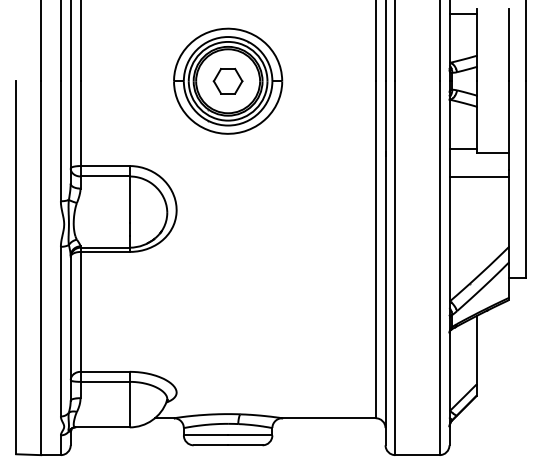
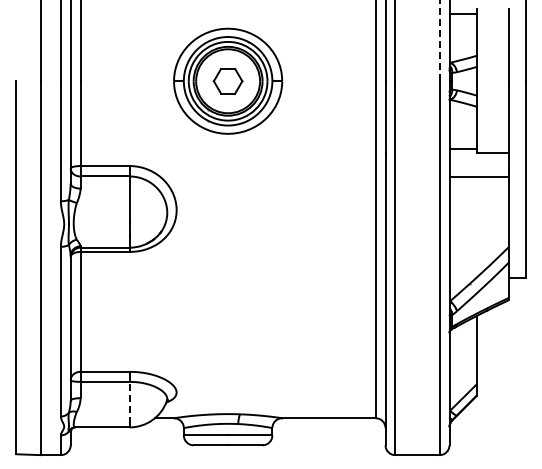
line at (439, 40): solid -> dashed
line at (129, 402): solid -> dashed
